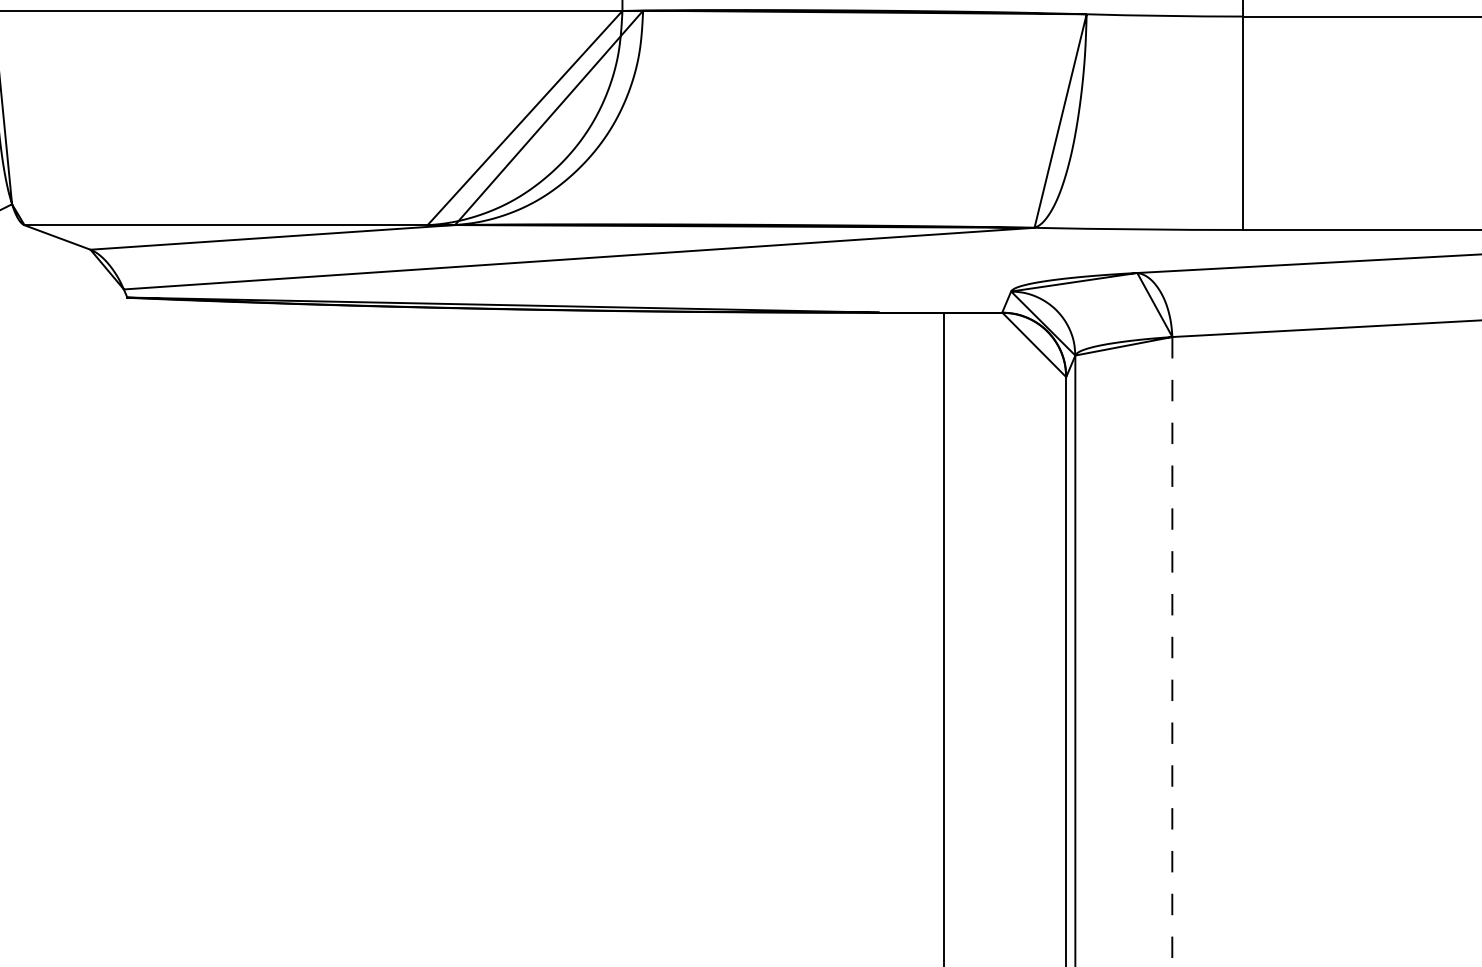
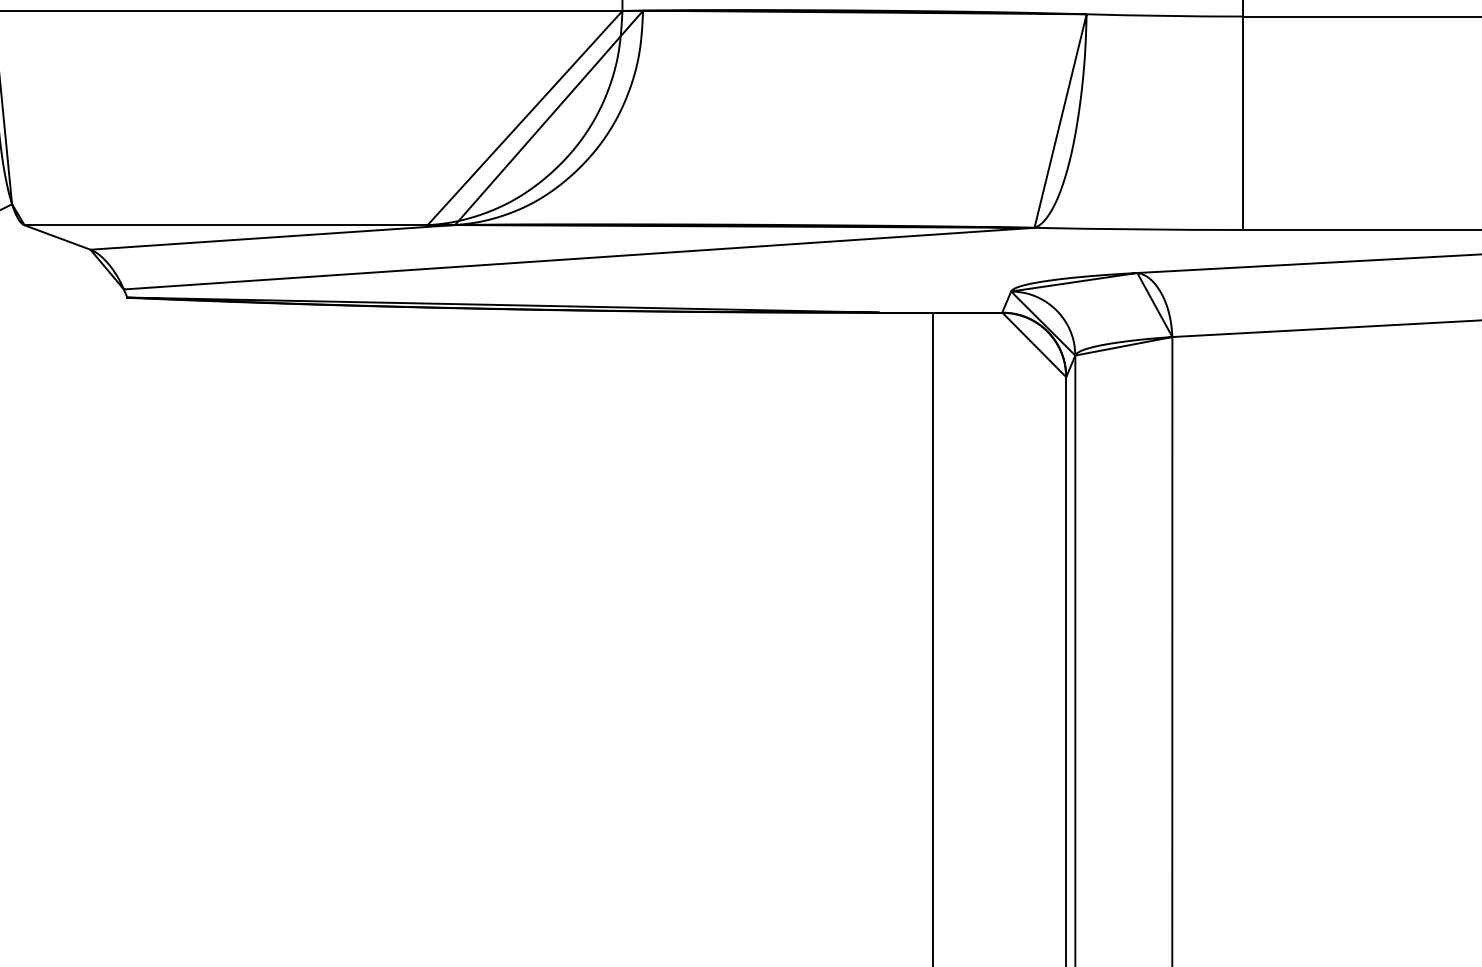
line at (943, 637) position: (943, 637) -> (932, 637)
line at (1172, 652): dashed -> solid
